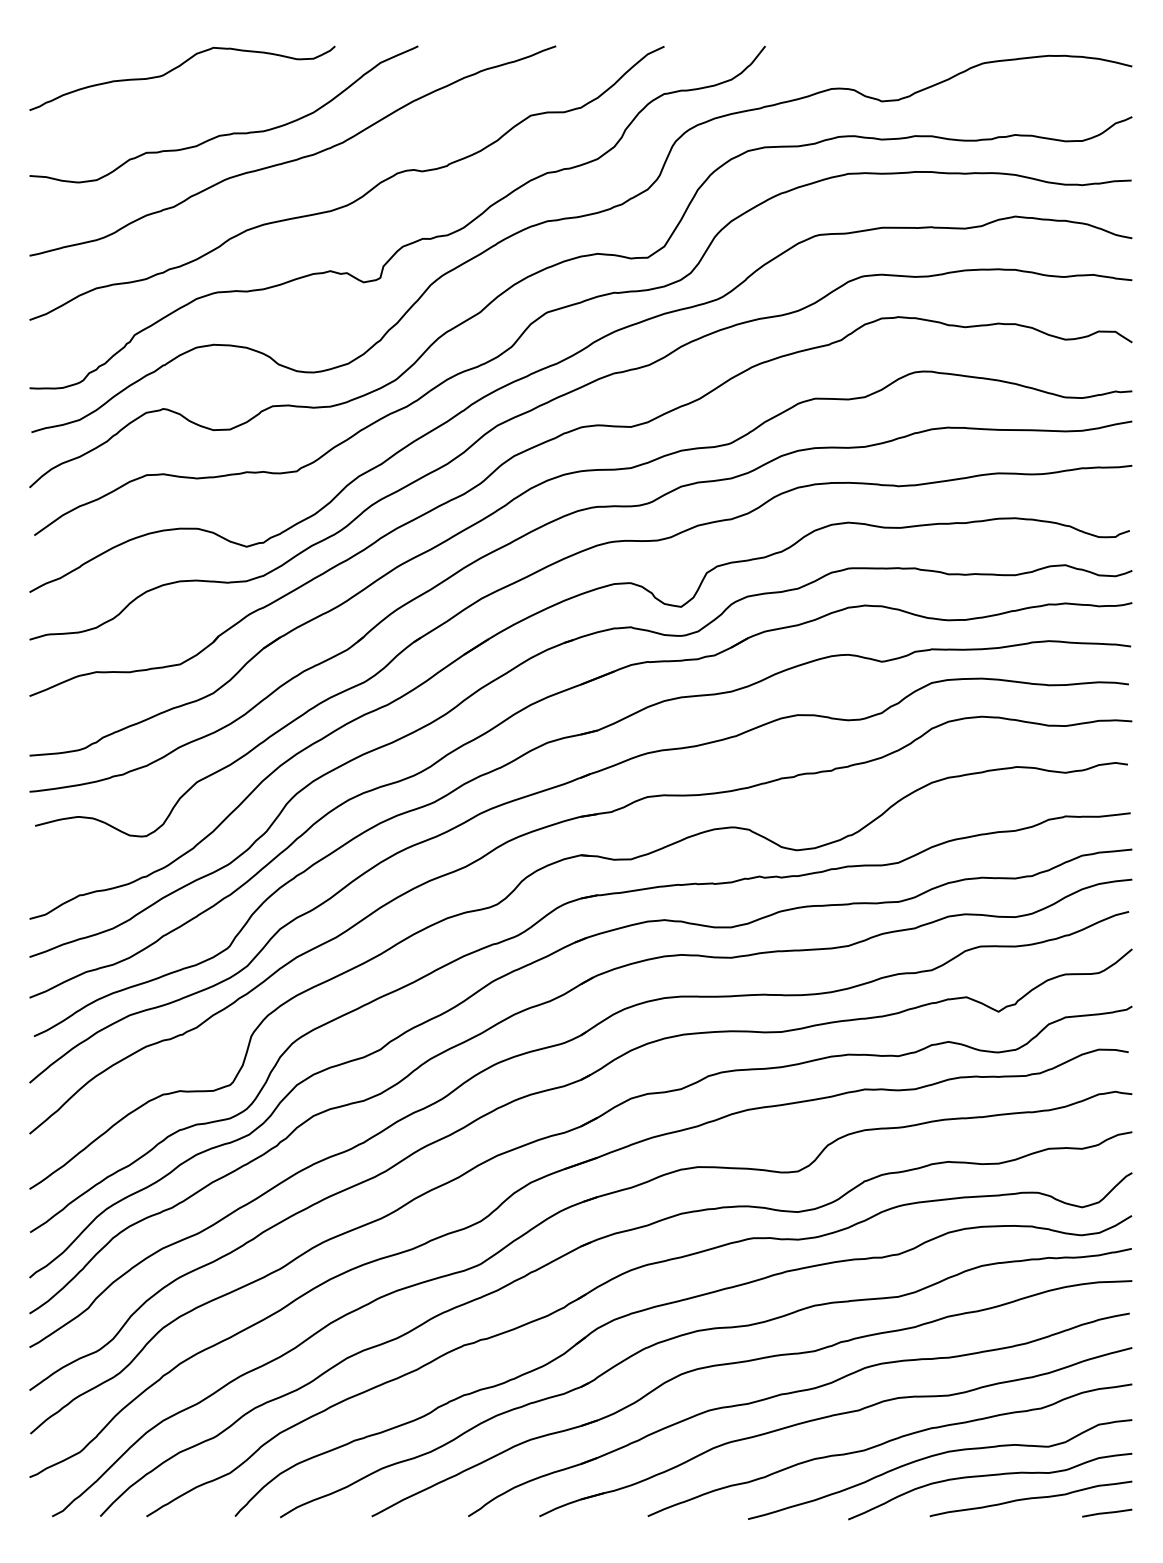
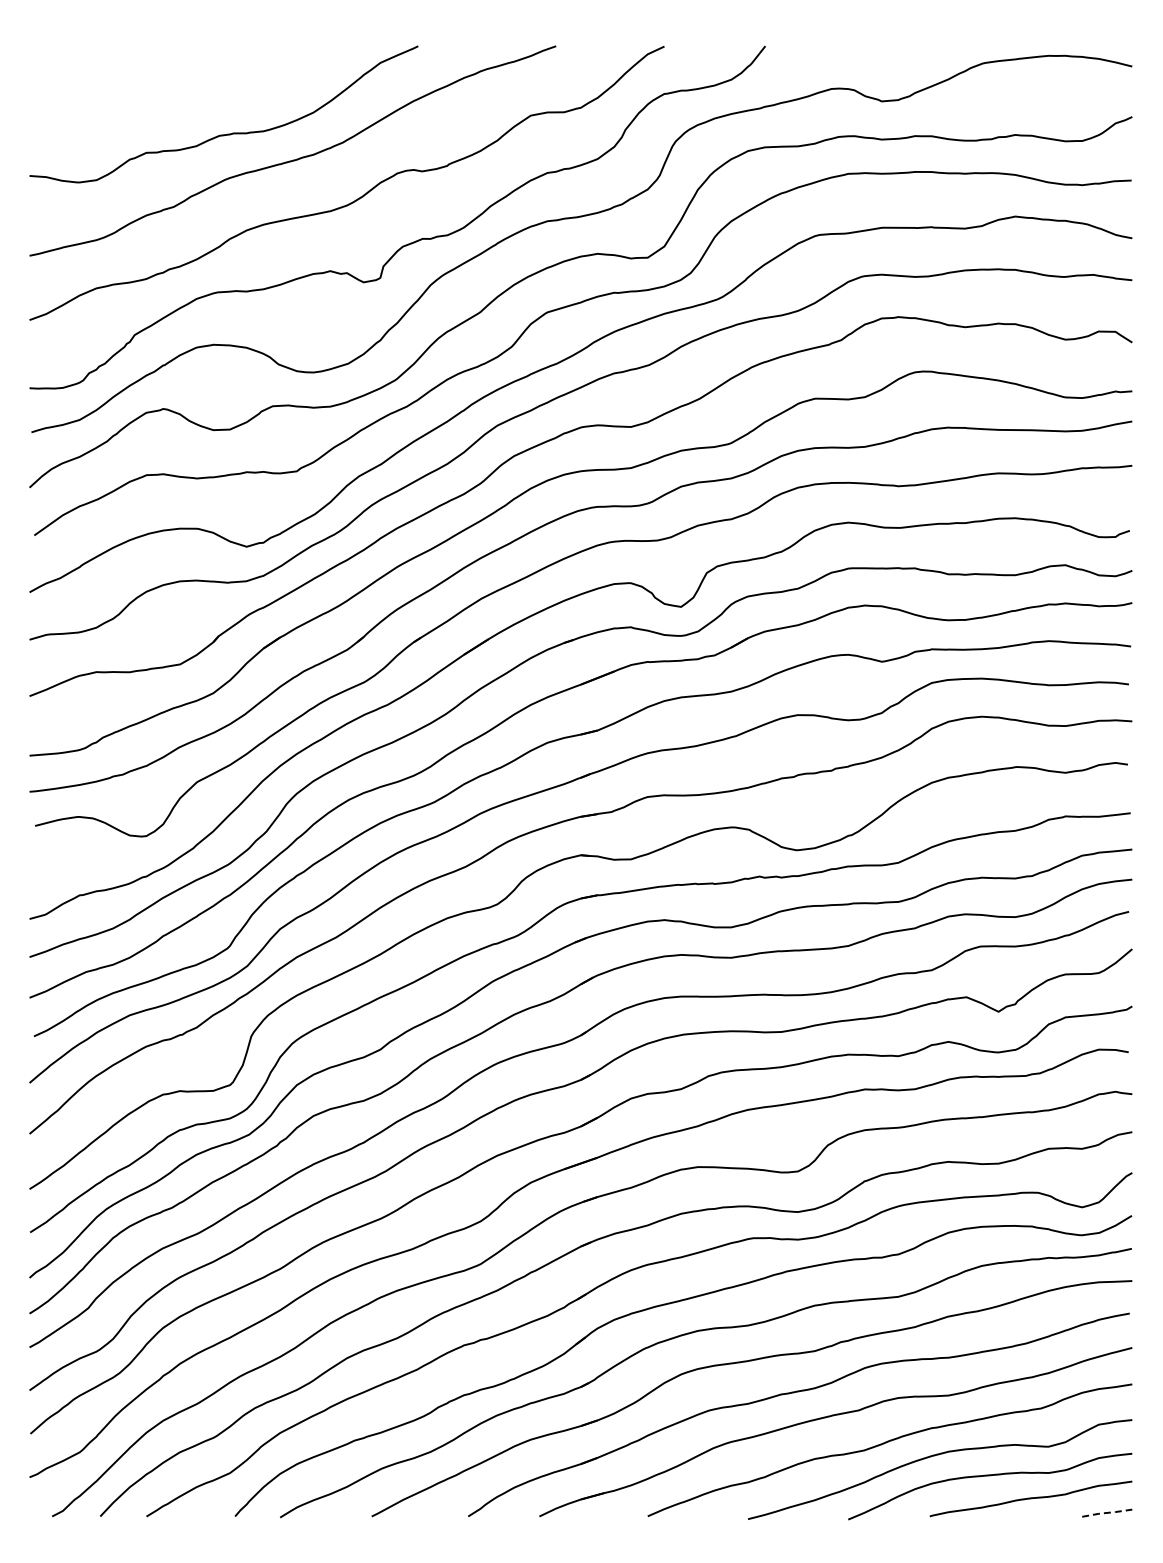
curve at (177, 68): present -> none
line at (1107, 1512): solid -> dashed
